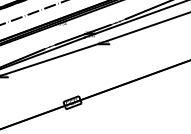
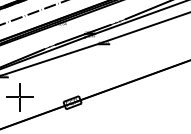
part at (19, 97): none -> present
